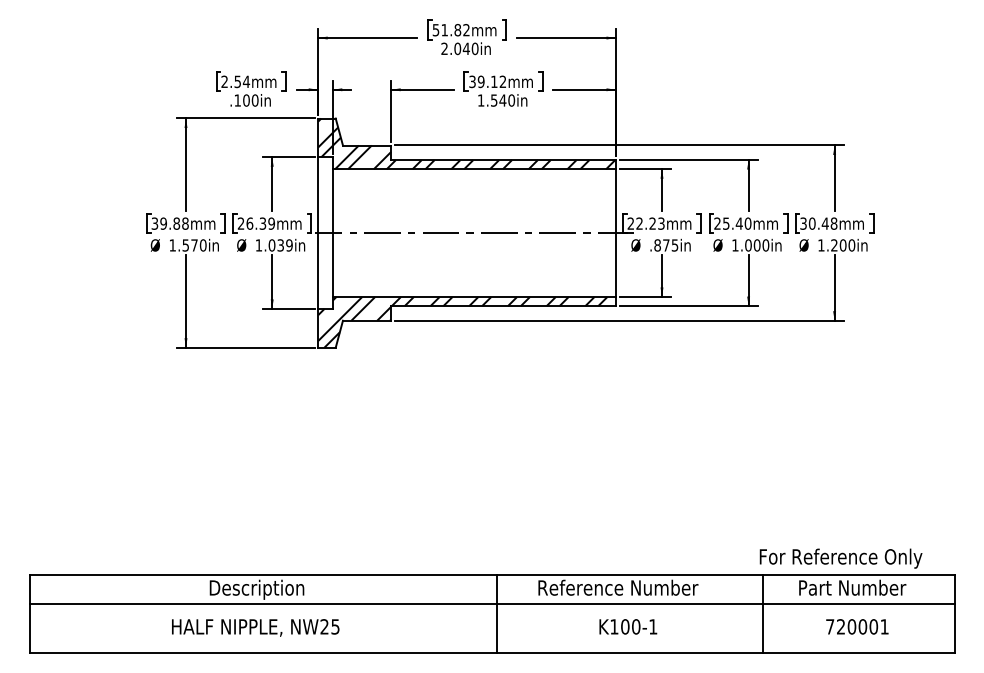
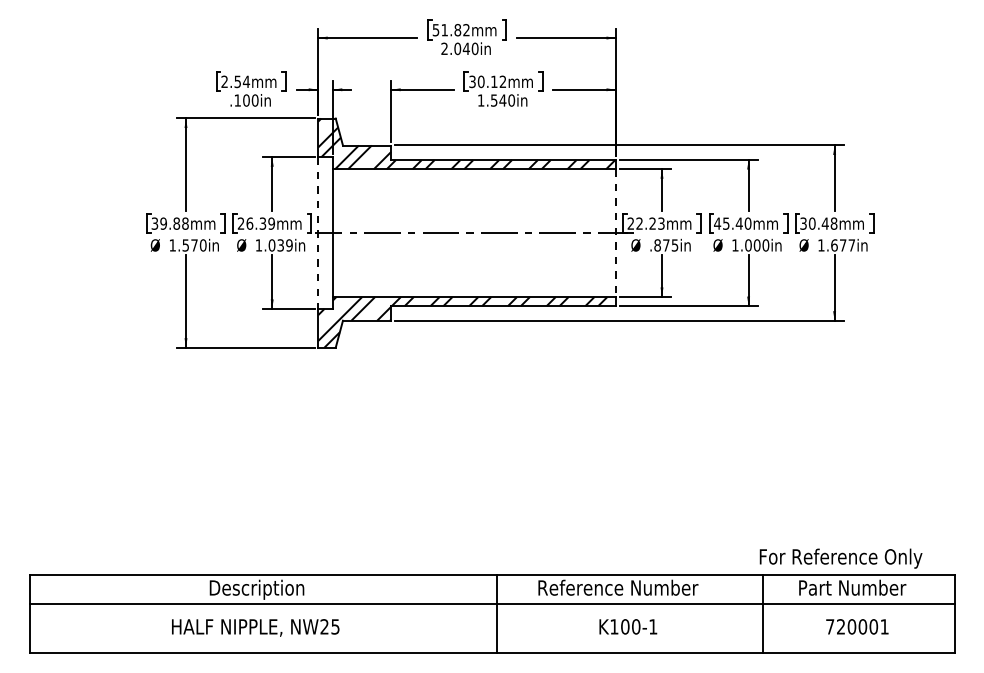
text at (480, 82): 39.12mm -> 30.12mm
text at (717, 223): 25.40mm -> 45.40mm
line at (318, 233): solid -> dashed
line at (616, 233): solid -> dashed
text at (843, 245): 1.200in -> 1.677in
